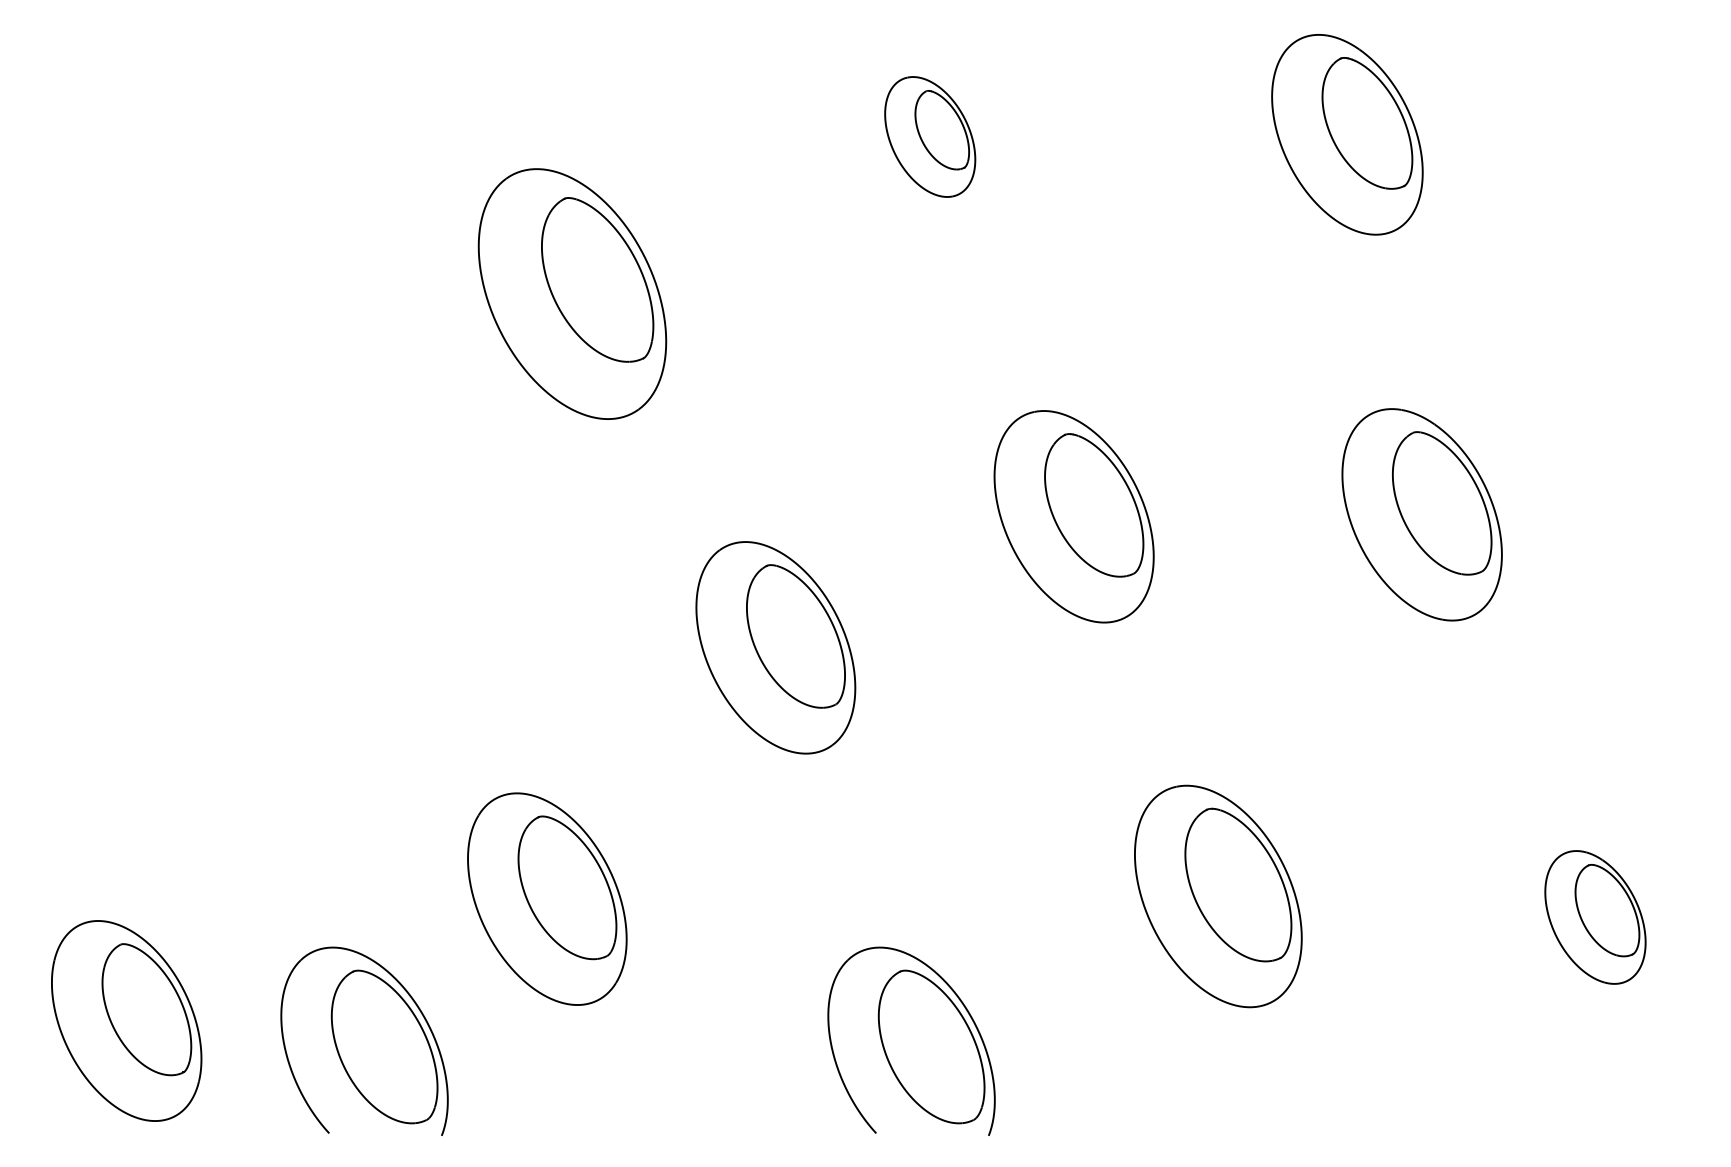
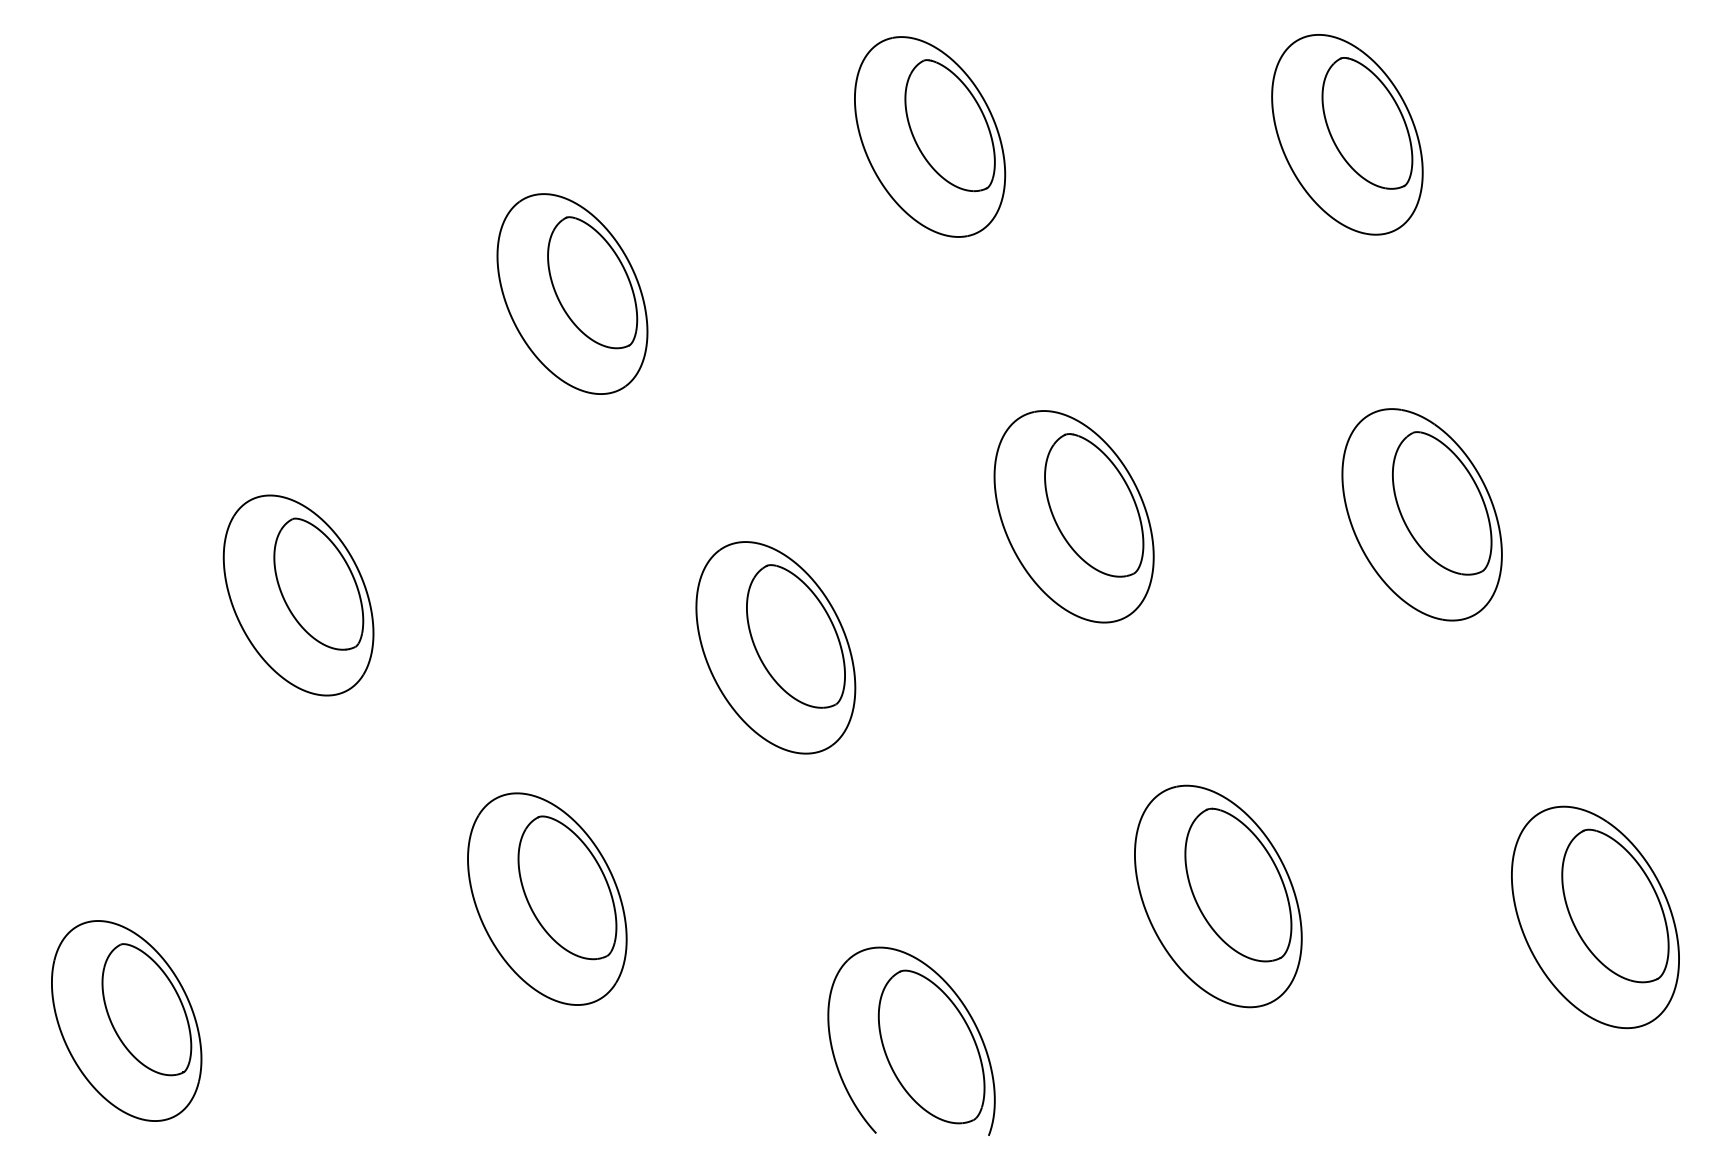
part at (930, 136) size: 93x122 px -> 153x202 px
part at (572, 293) size: 191x252 px -> 153x202 px
part at (298, 595): none -> present
part at (1595, 917) size: 103x135 px -> 169x225 px
part at (364, 1040): present -> none
